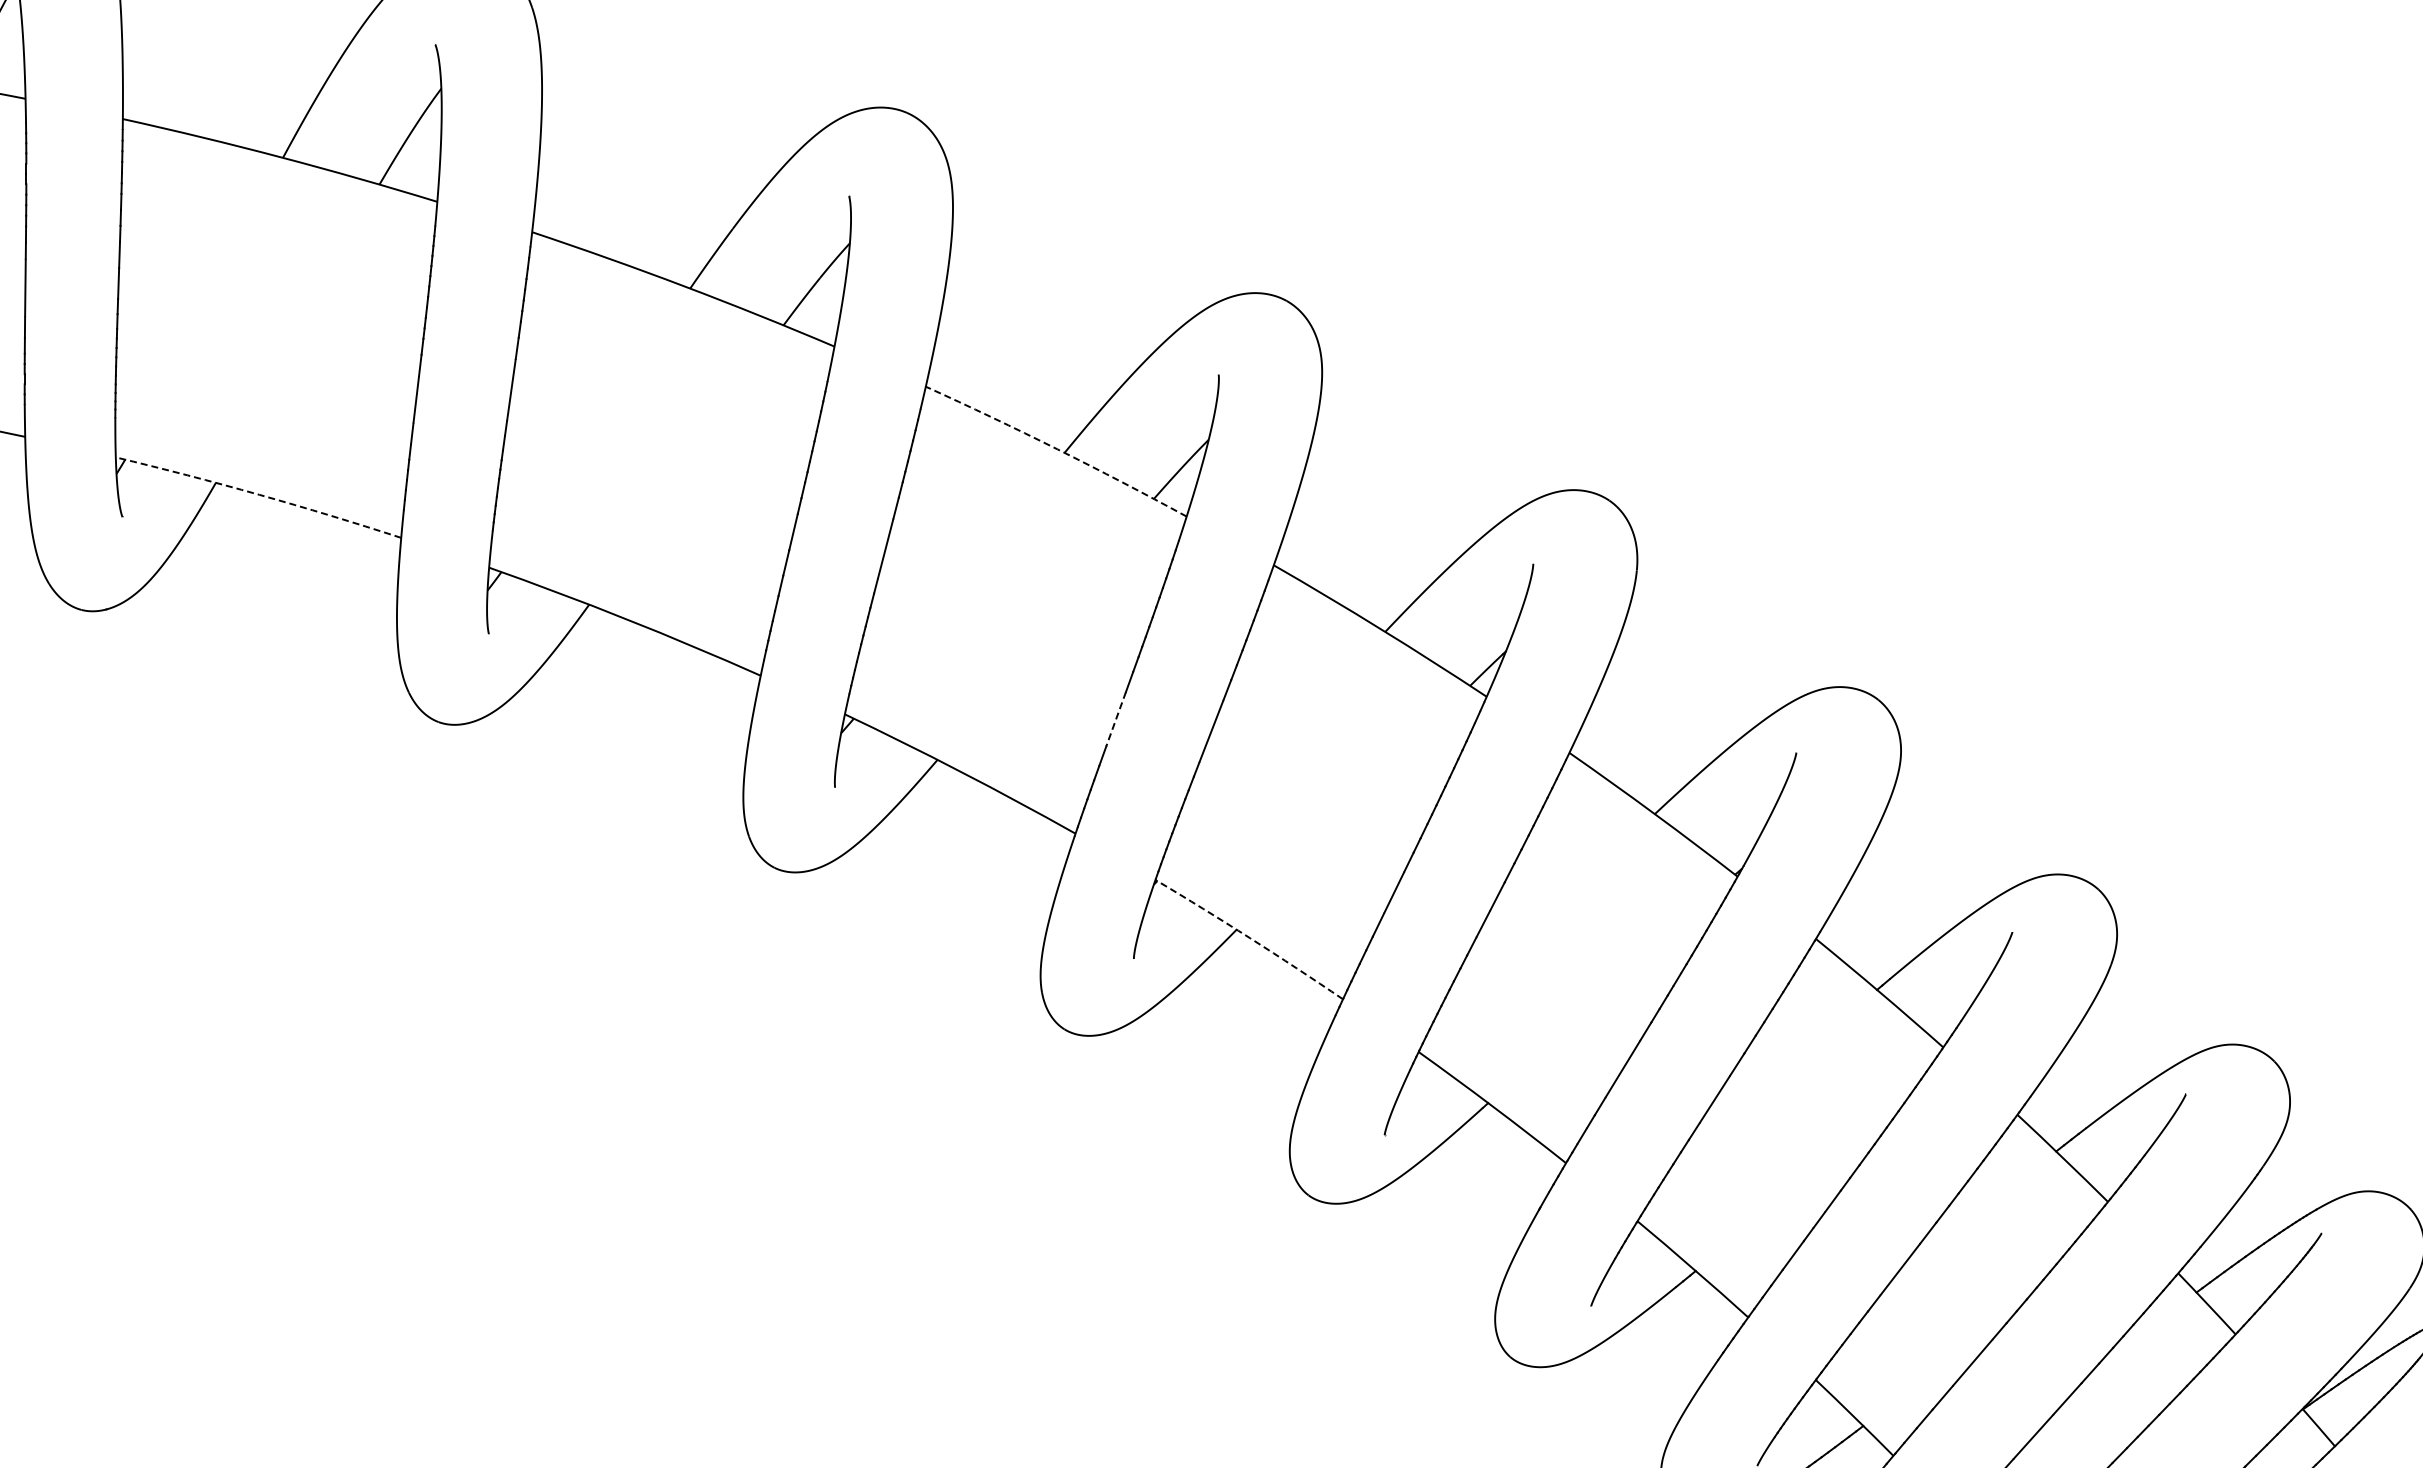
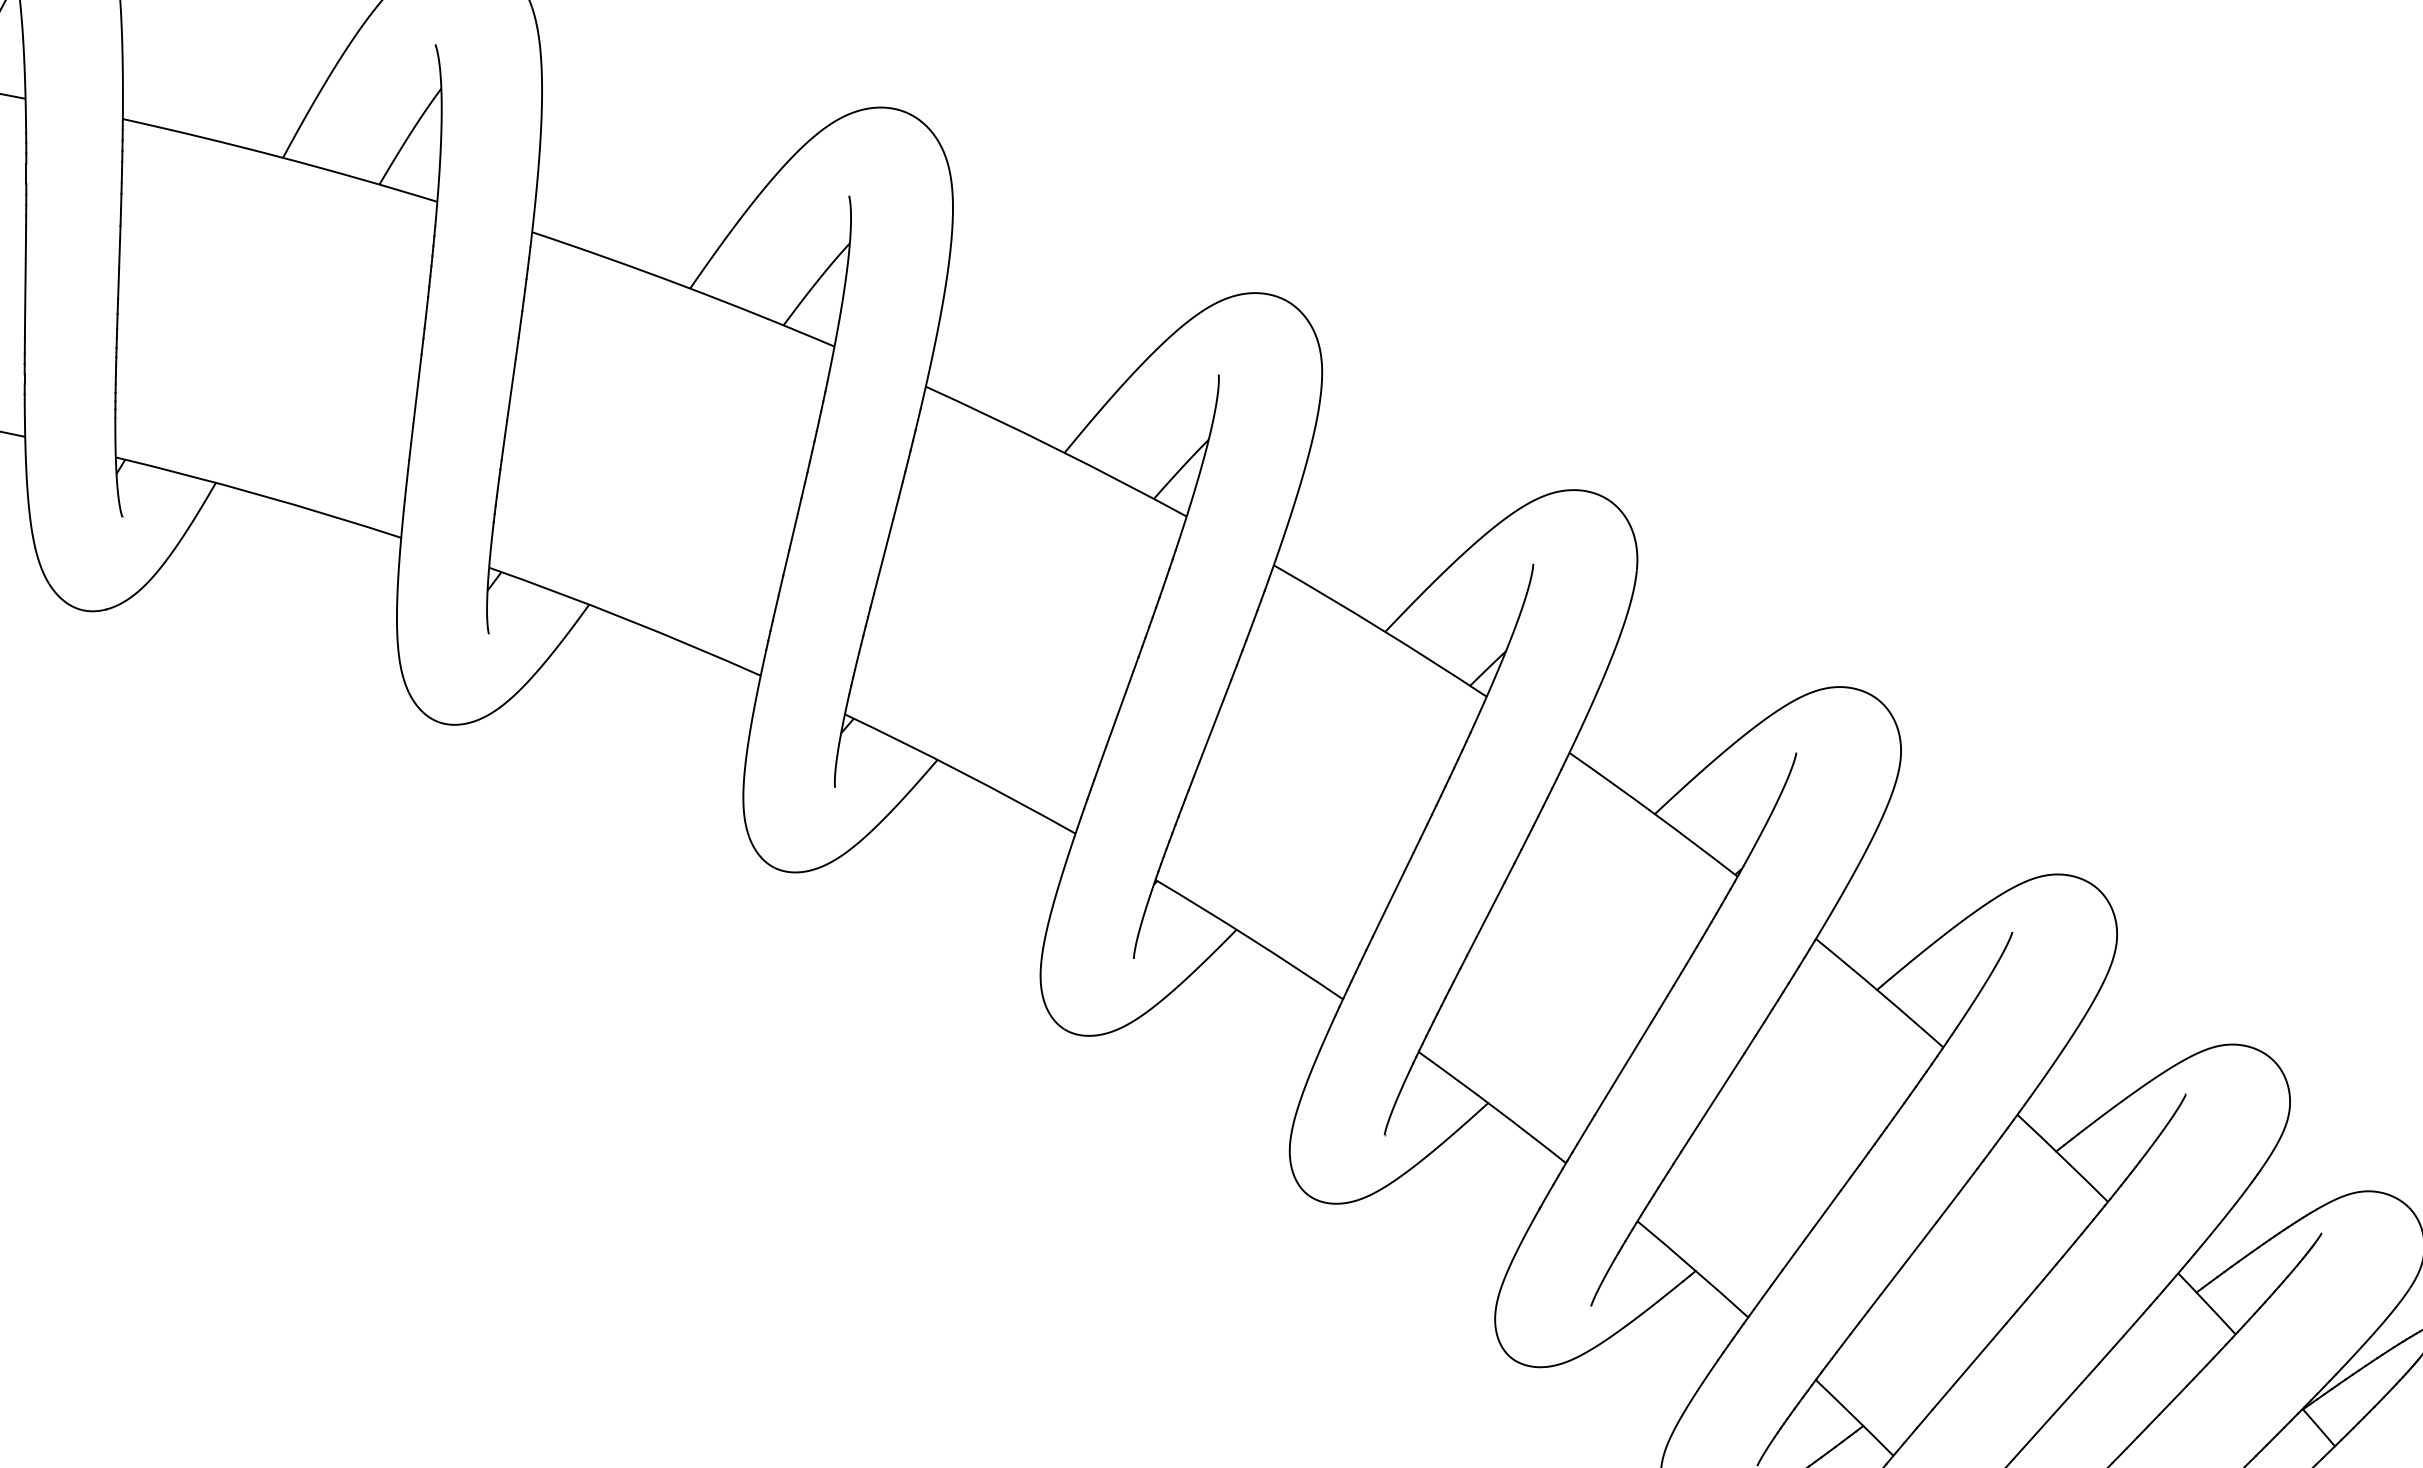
arc at (1057, 449): dashed -> solid
arc at (259, 494): dashed -> solid
line at (1116, 718): dashed -> solid
arc at (1250, 938): dashed -> solid
